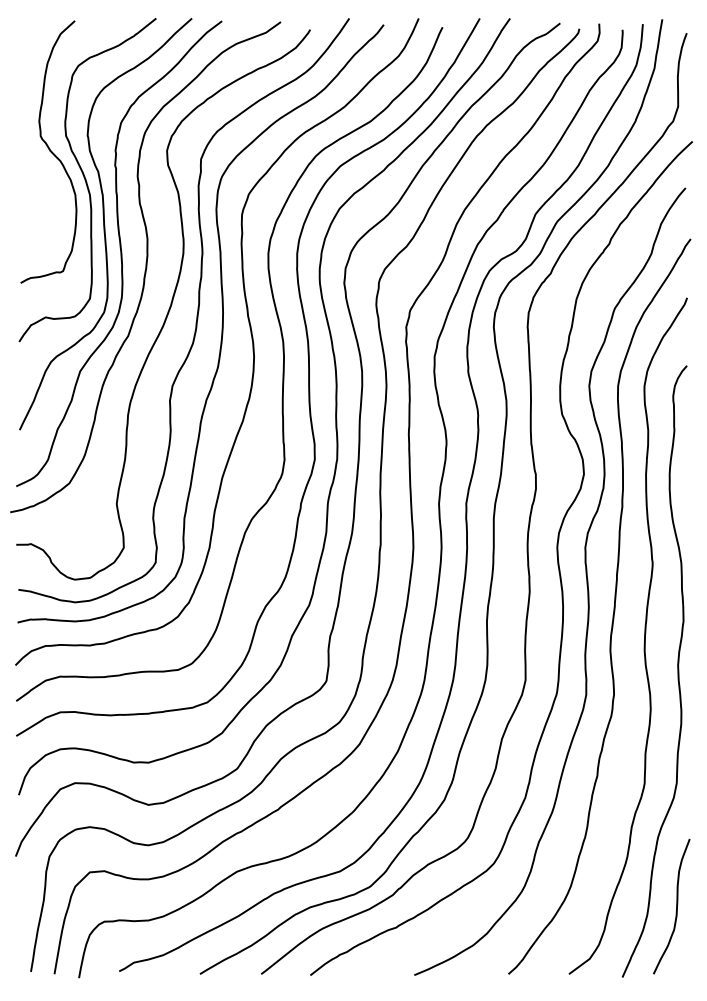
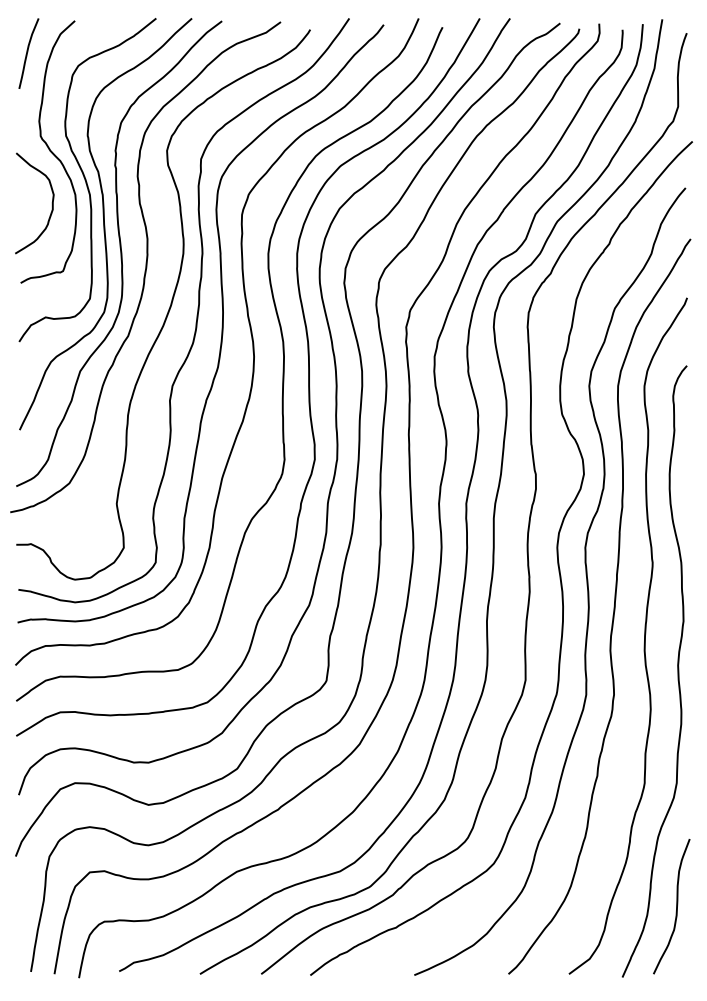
curve at (28, 52): none -> present
curve at (51, 203): none -> present
